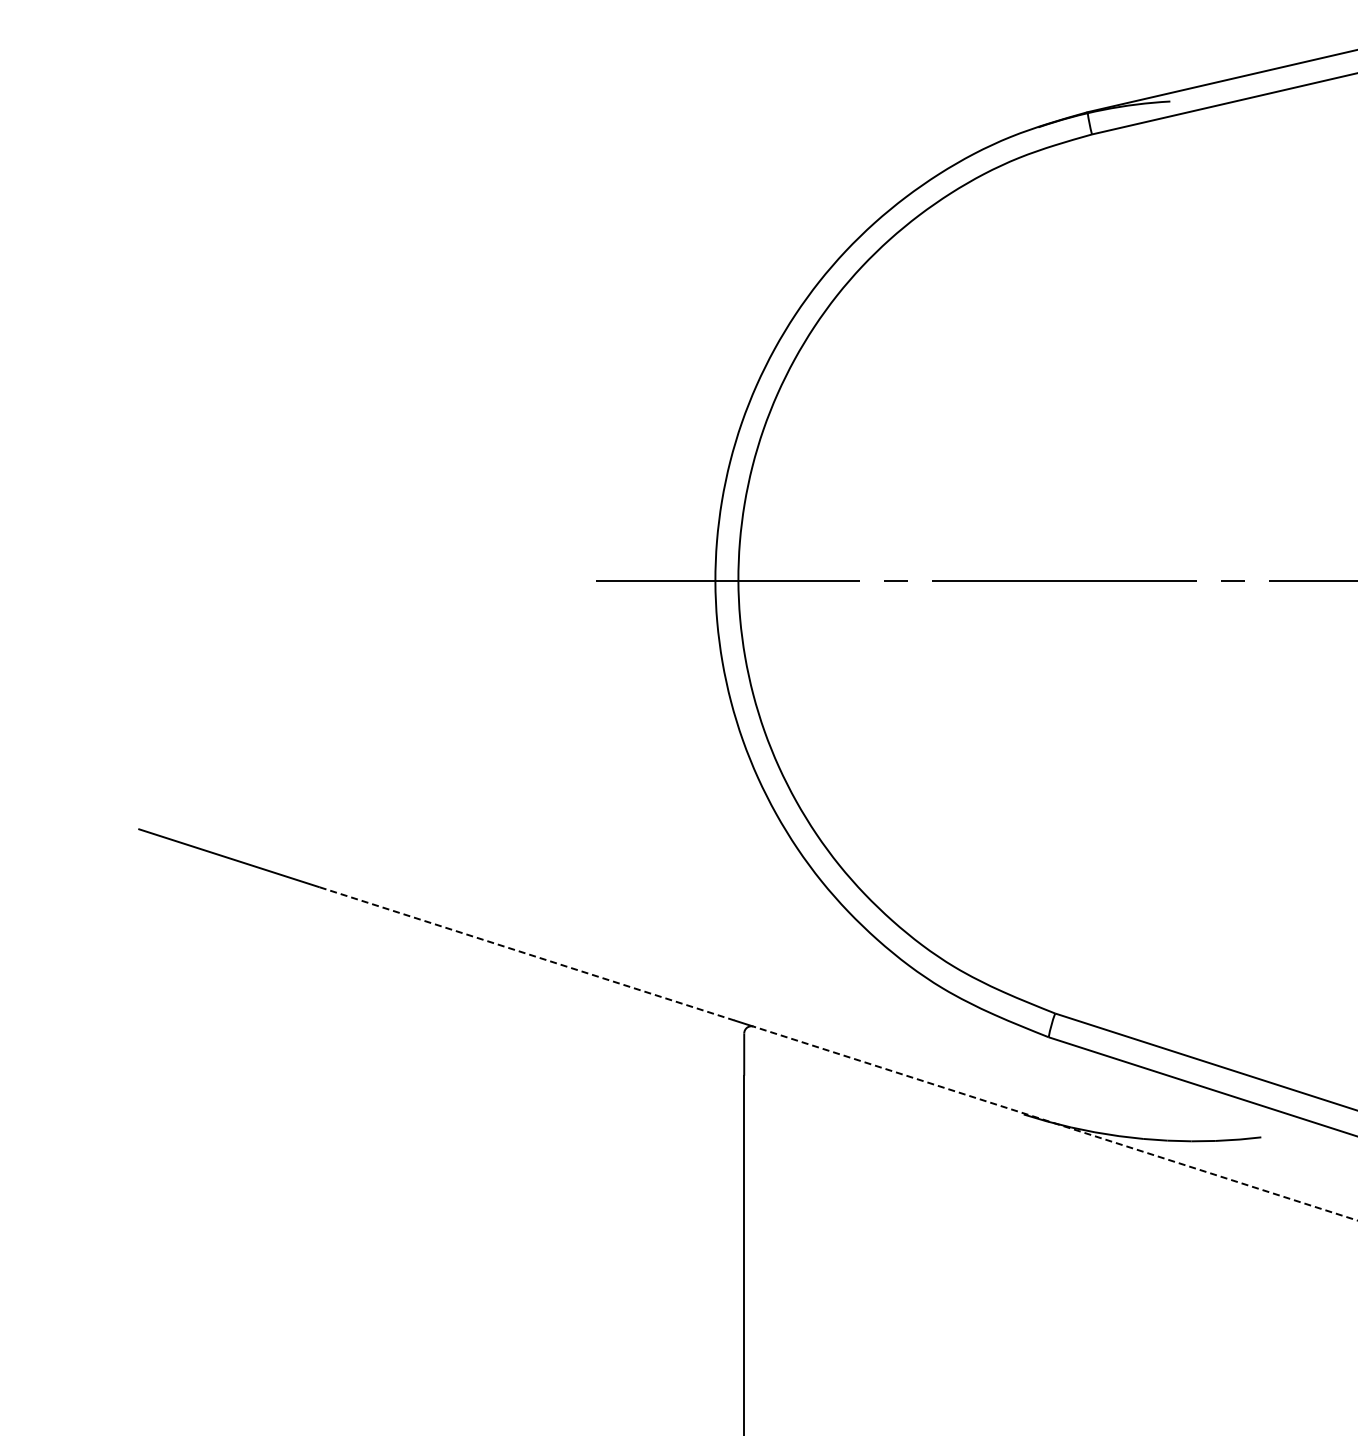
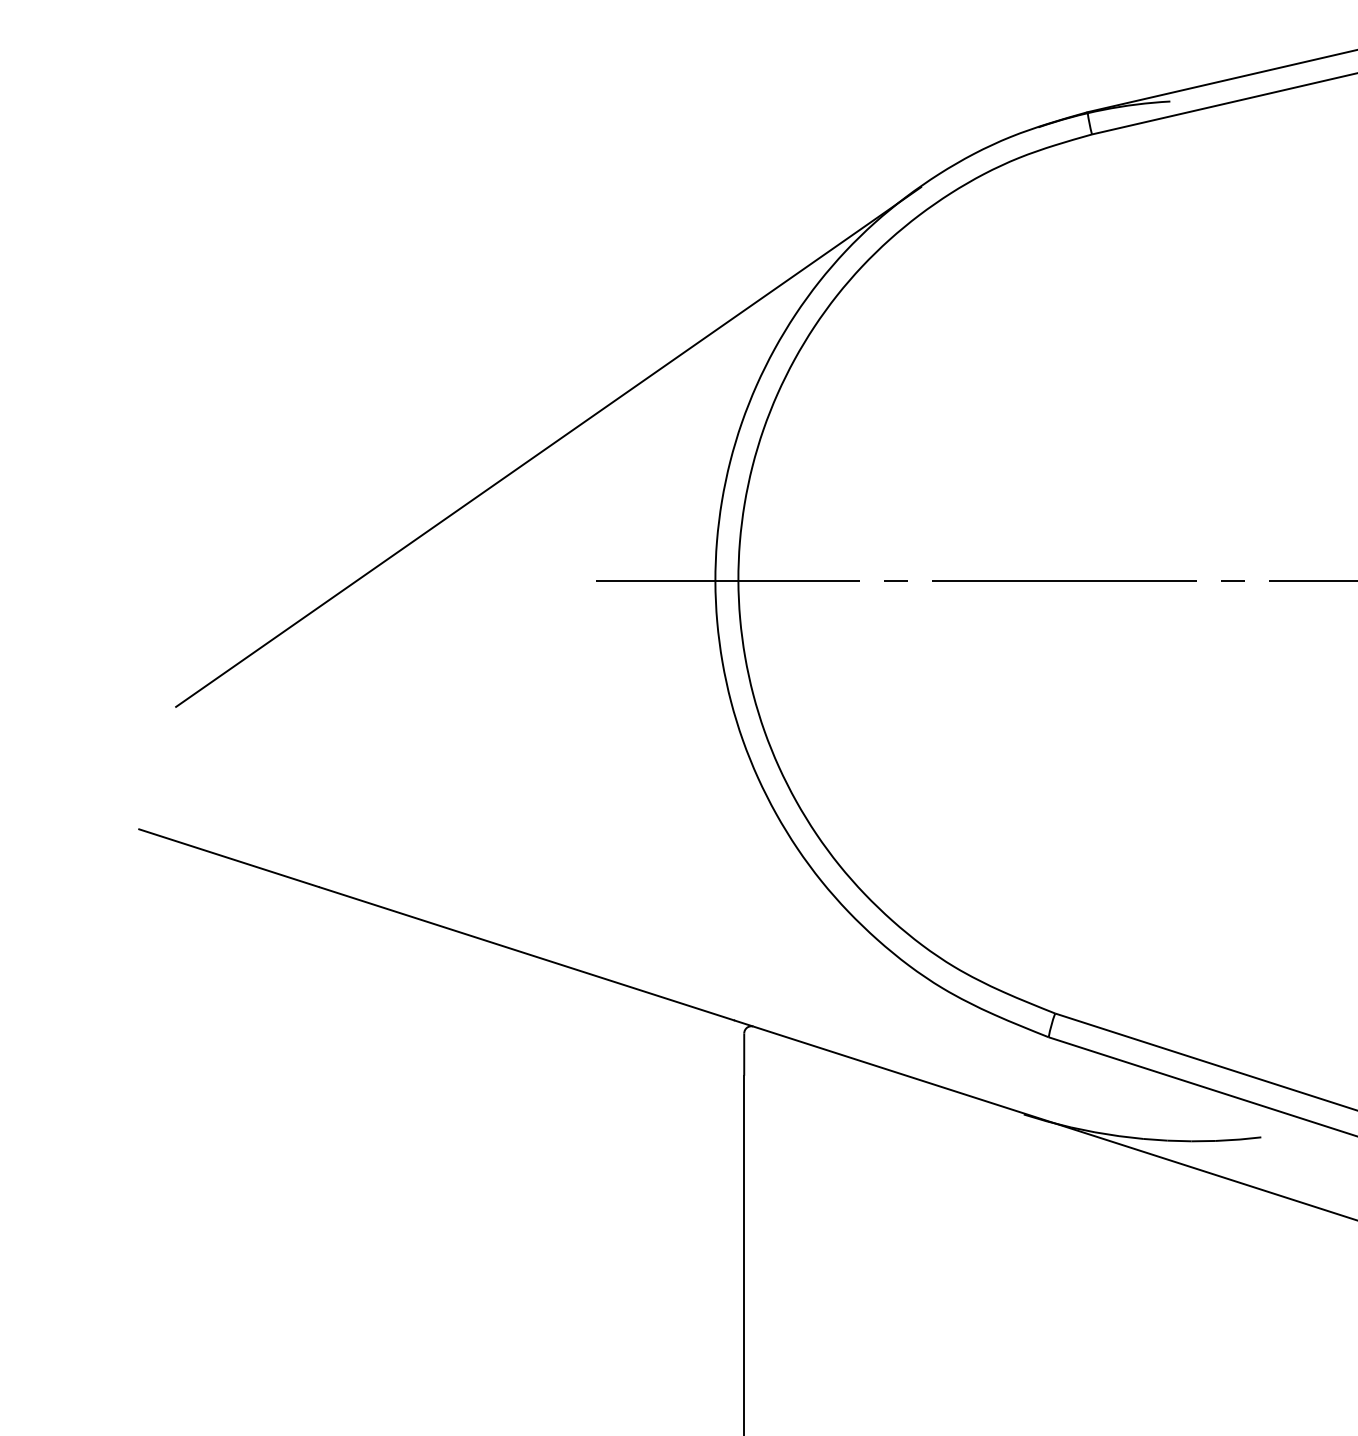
line at (548, 446): none -> present
line at (526, 953): dashed -> solid
line at (1055, 1123): dashed -> solid
